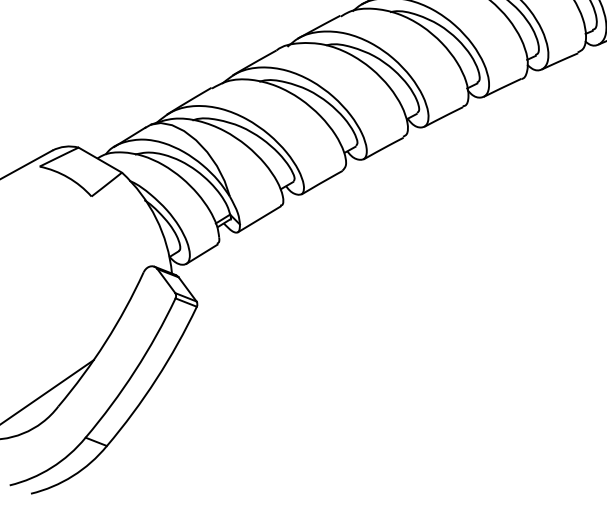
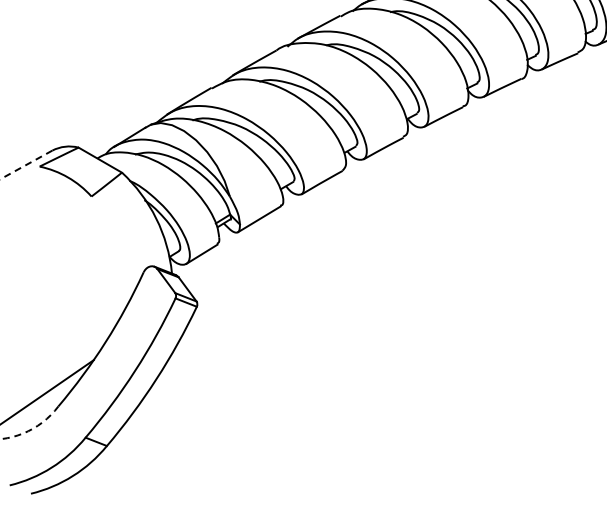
line at (26, 165): solid -> dashed
arc at (33, 428): solid -> dashed
